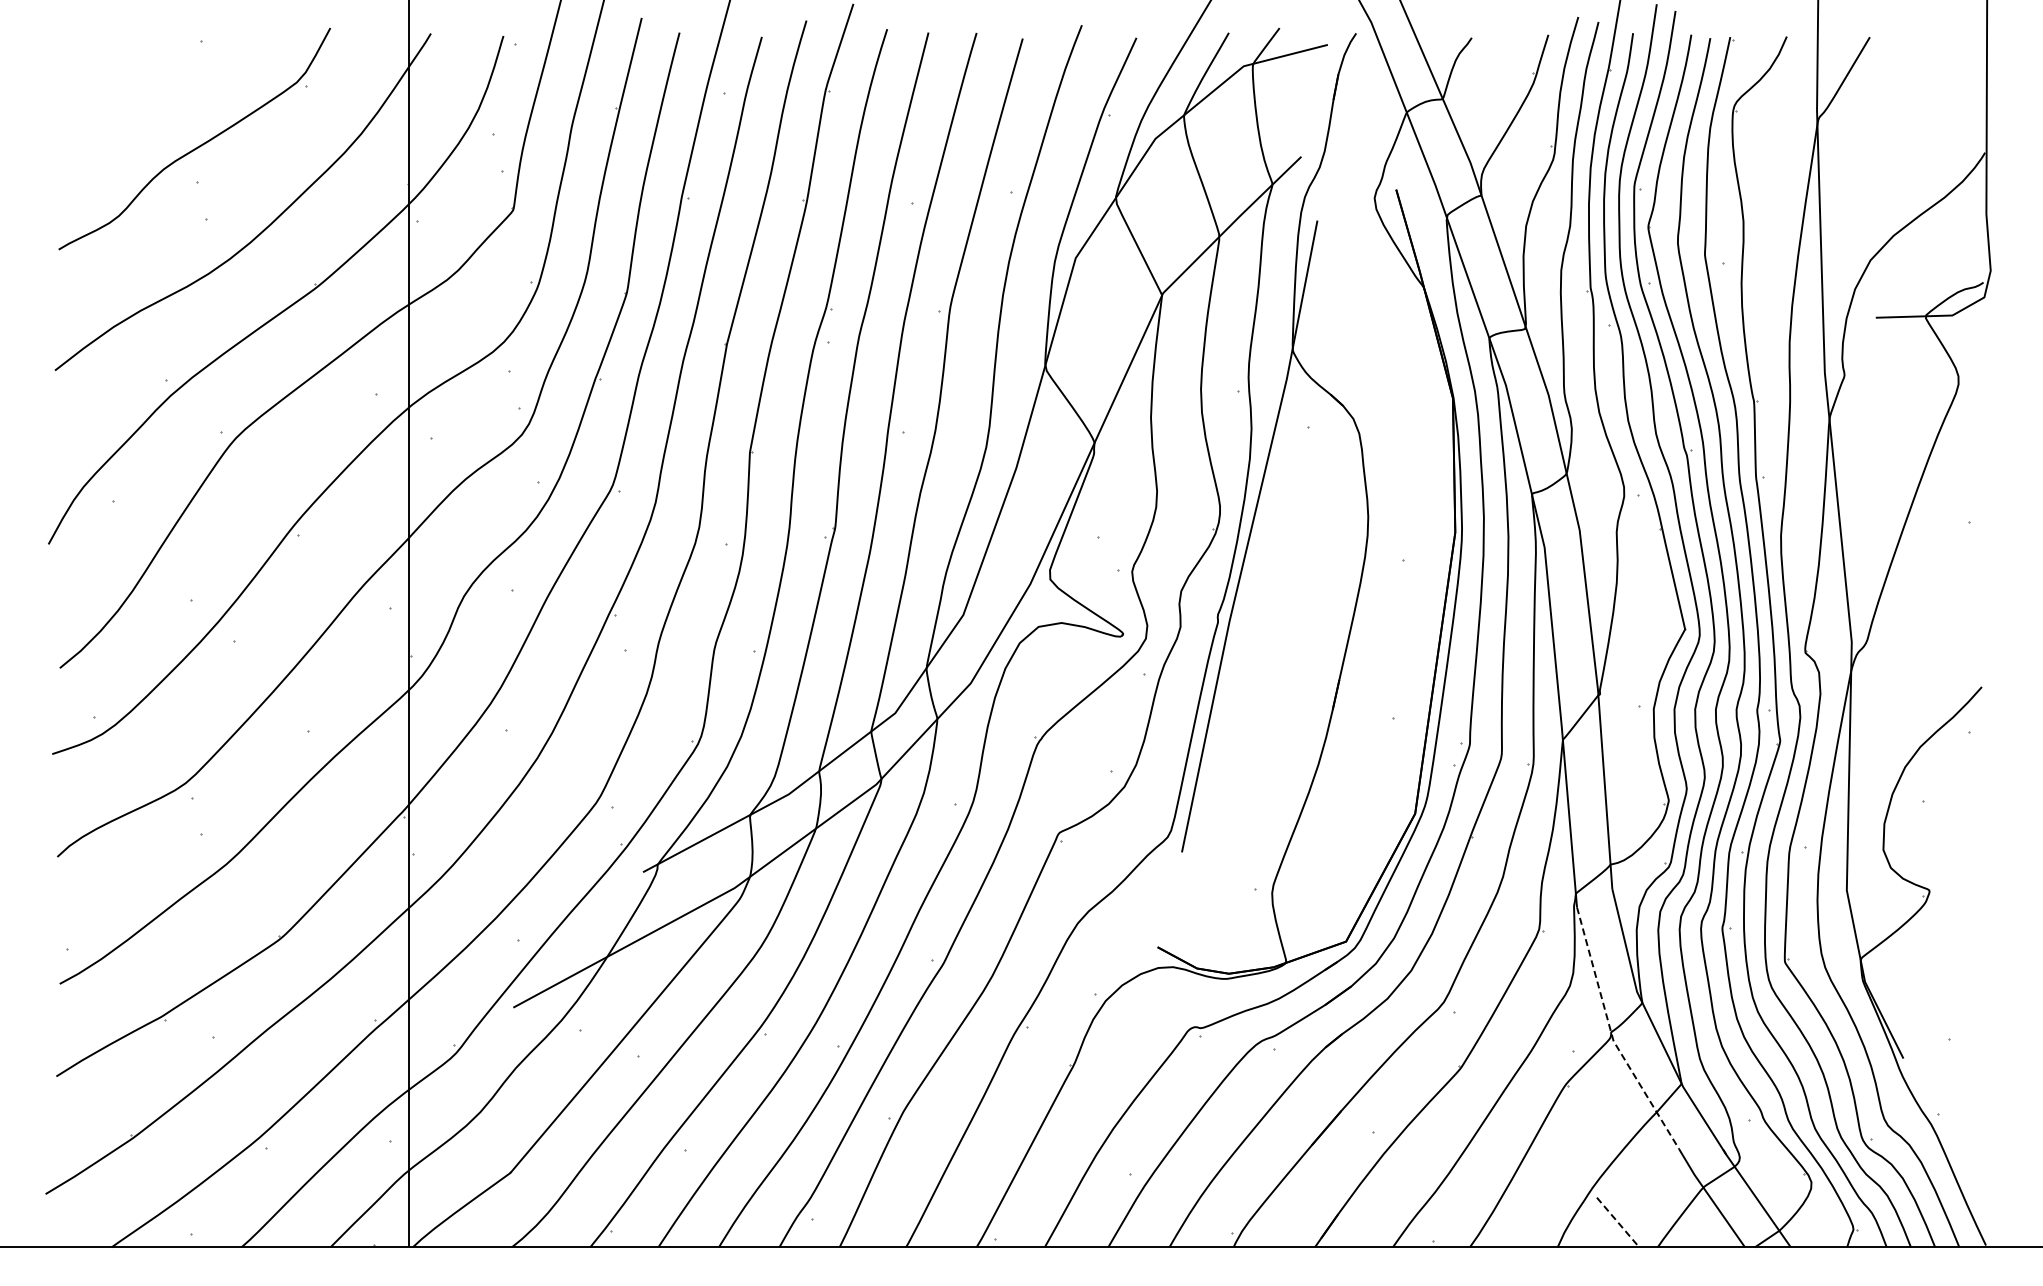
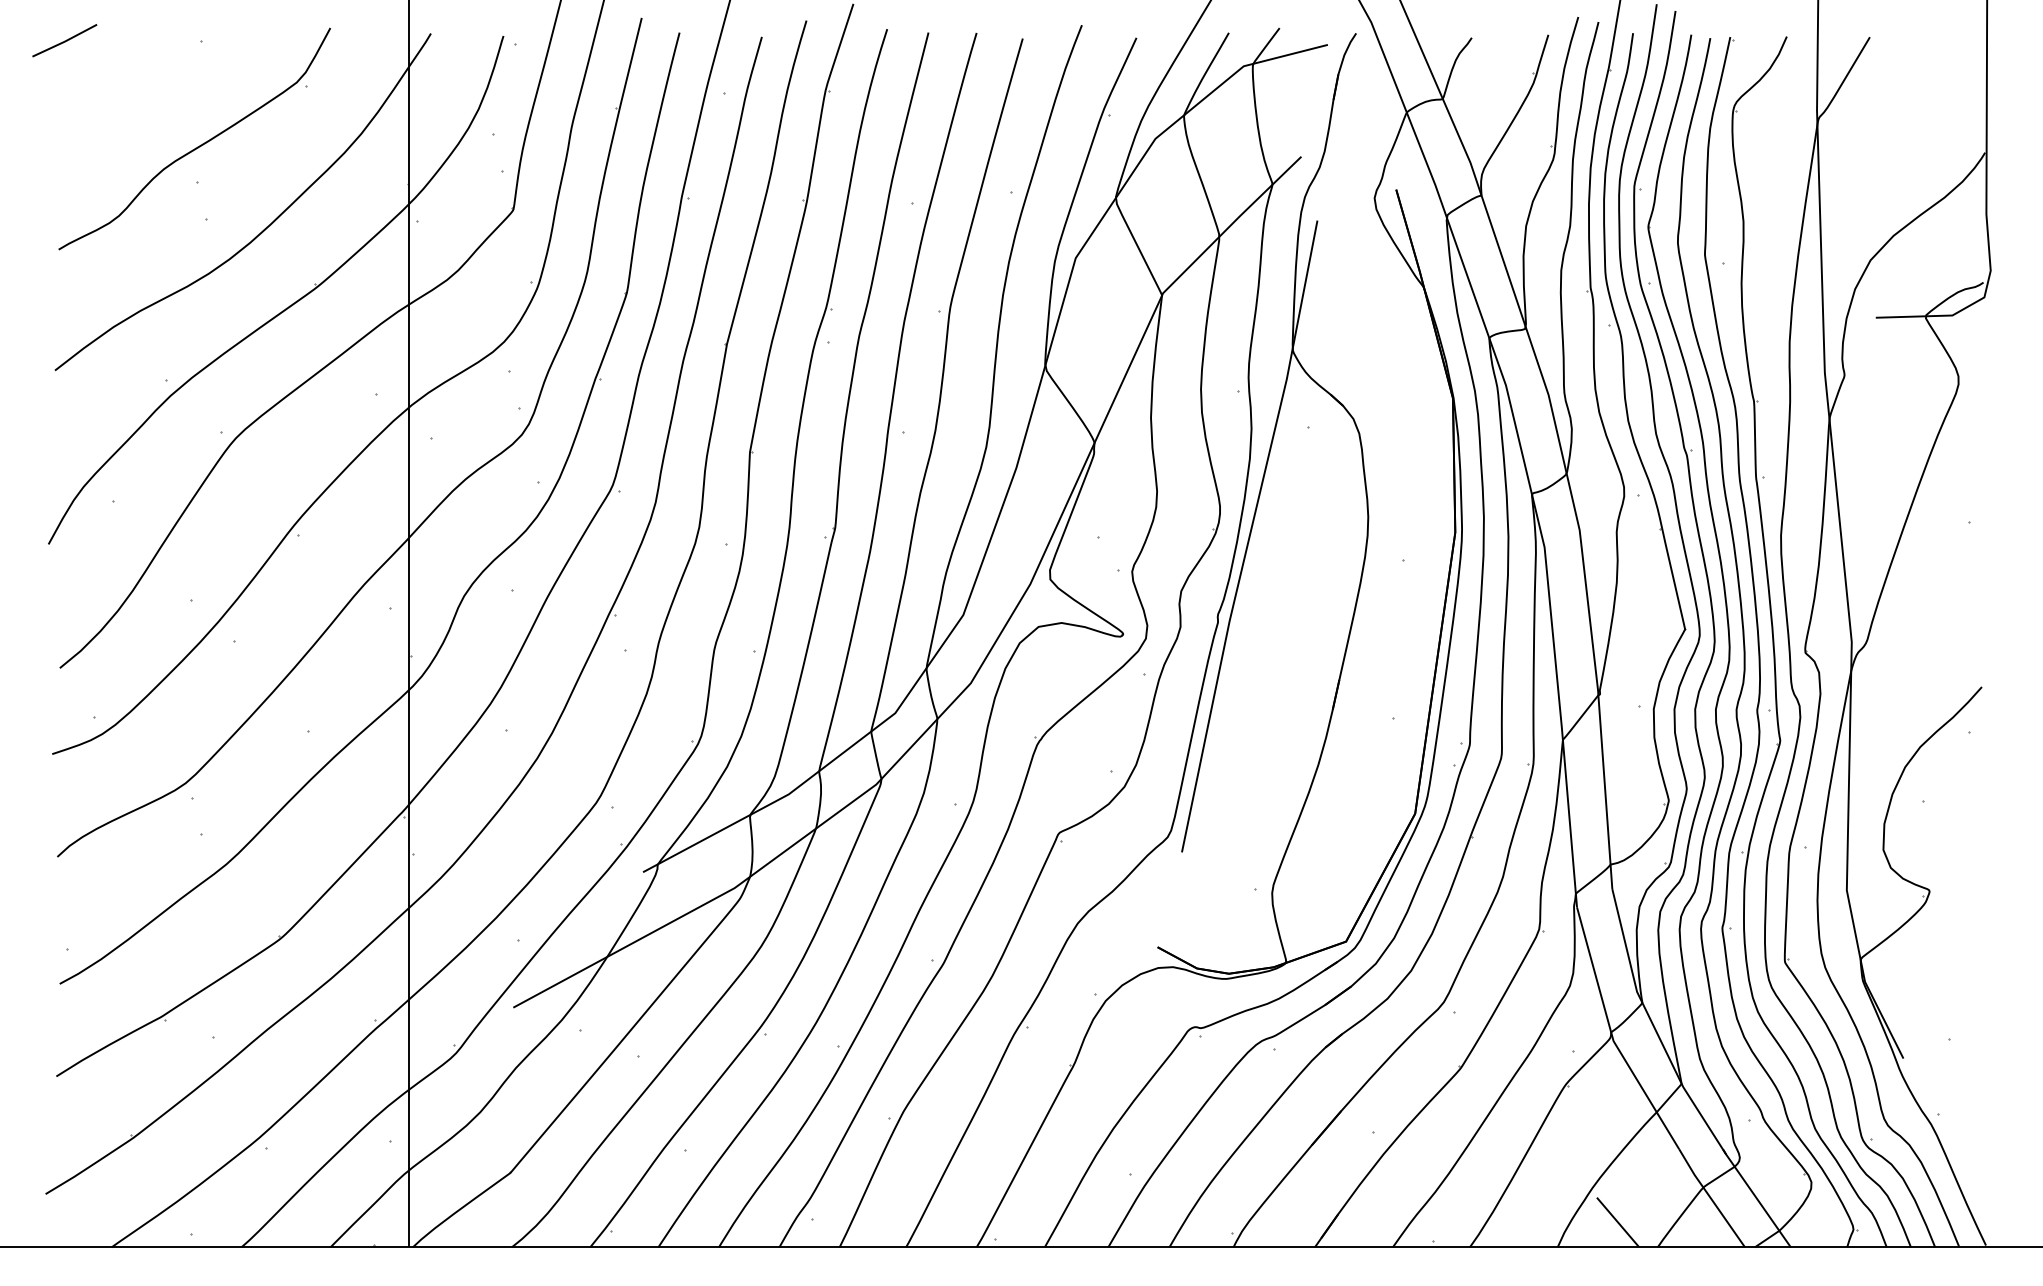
line at (64, 40): none -> present
line at (1612, 1036): dashed -> solid
line at (1618, 1222): dashed -> solid
